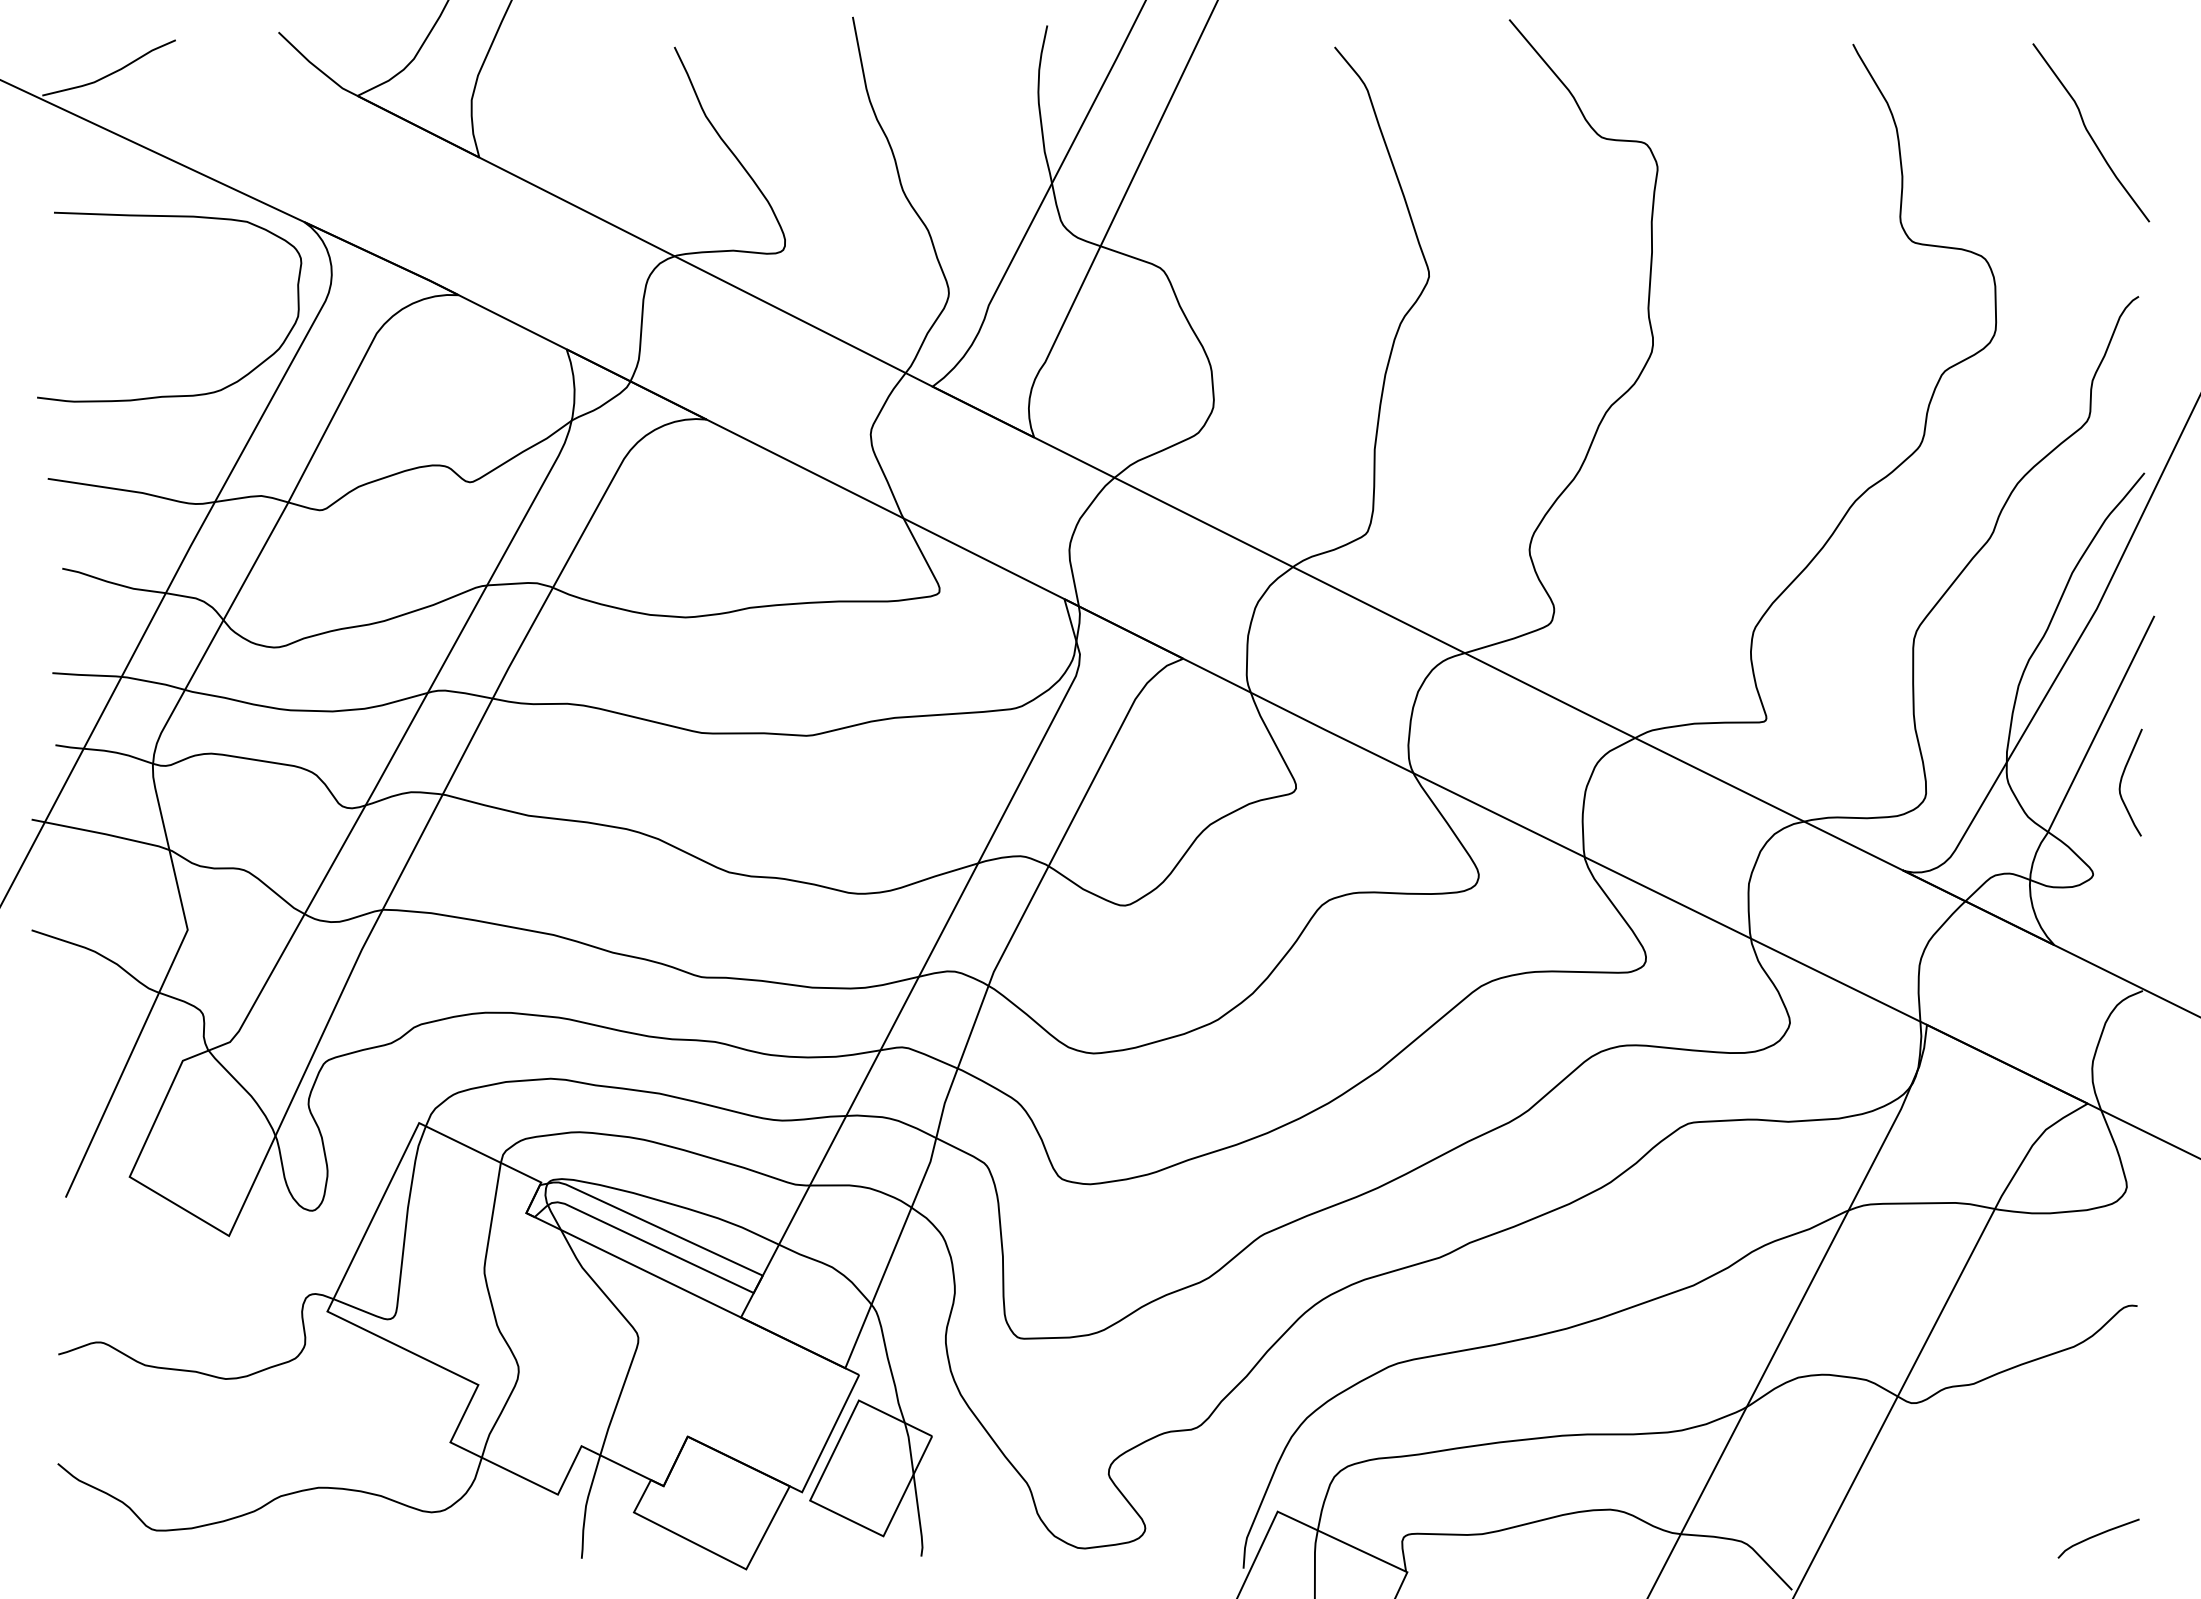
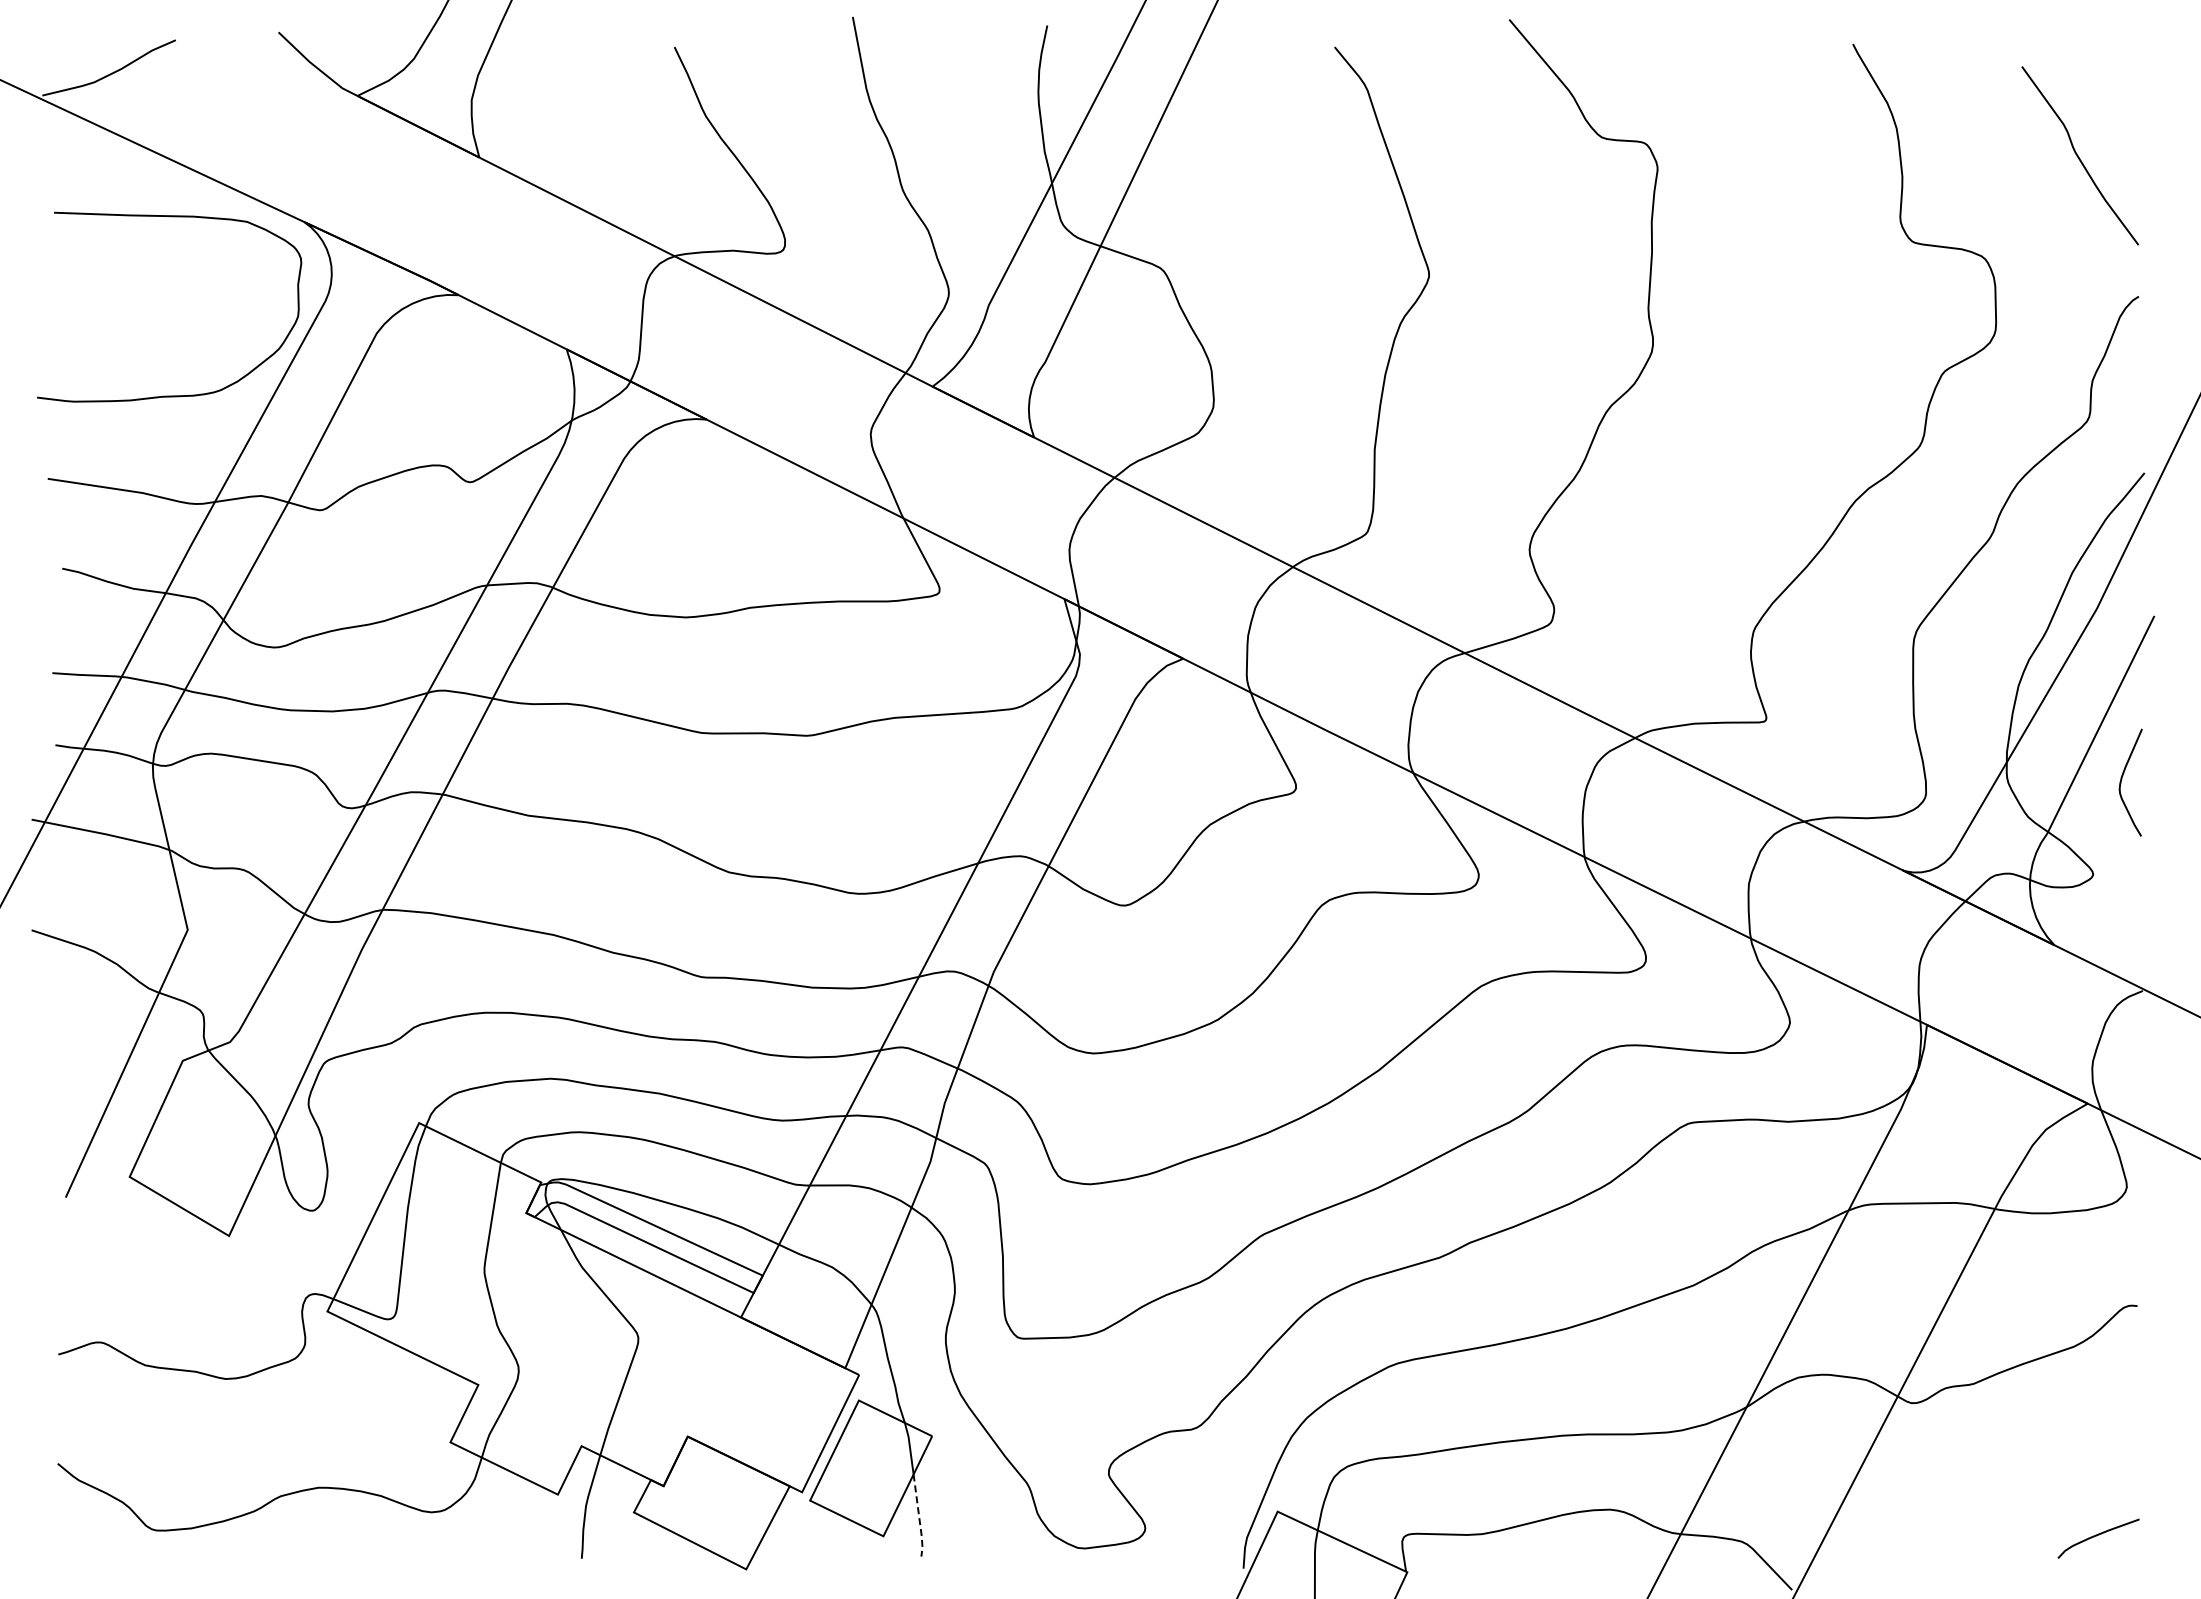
curve at (2089, 132) position: (2089, 132) -> (2078, 155)
line at (919, 1517): solid -> dashed
